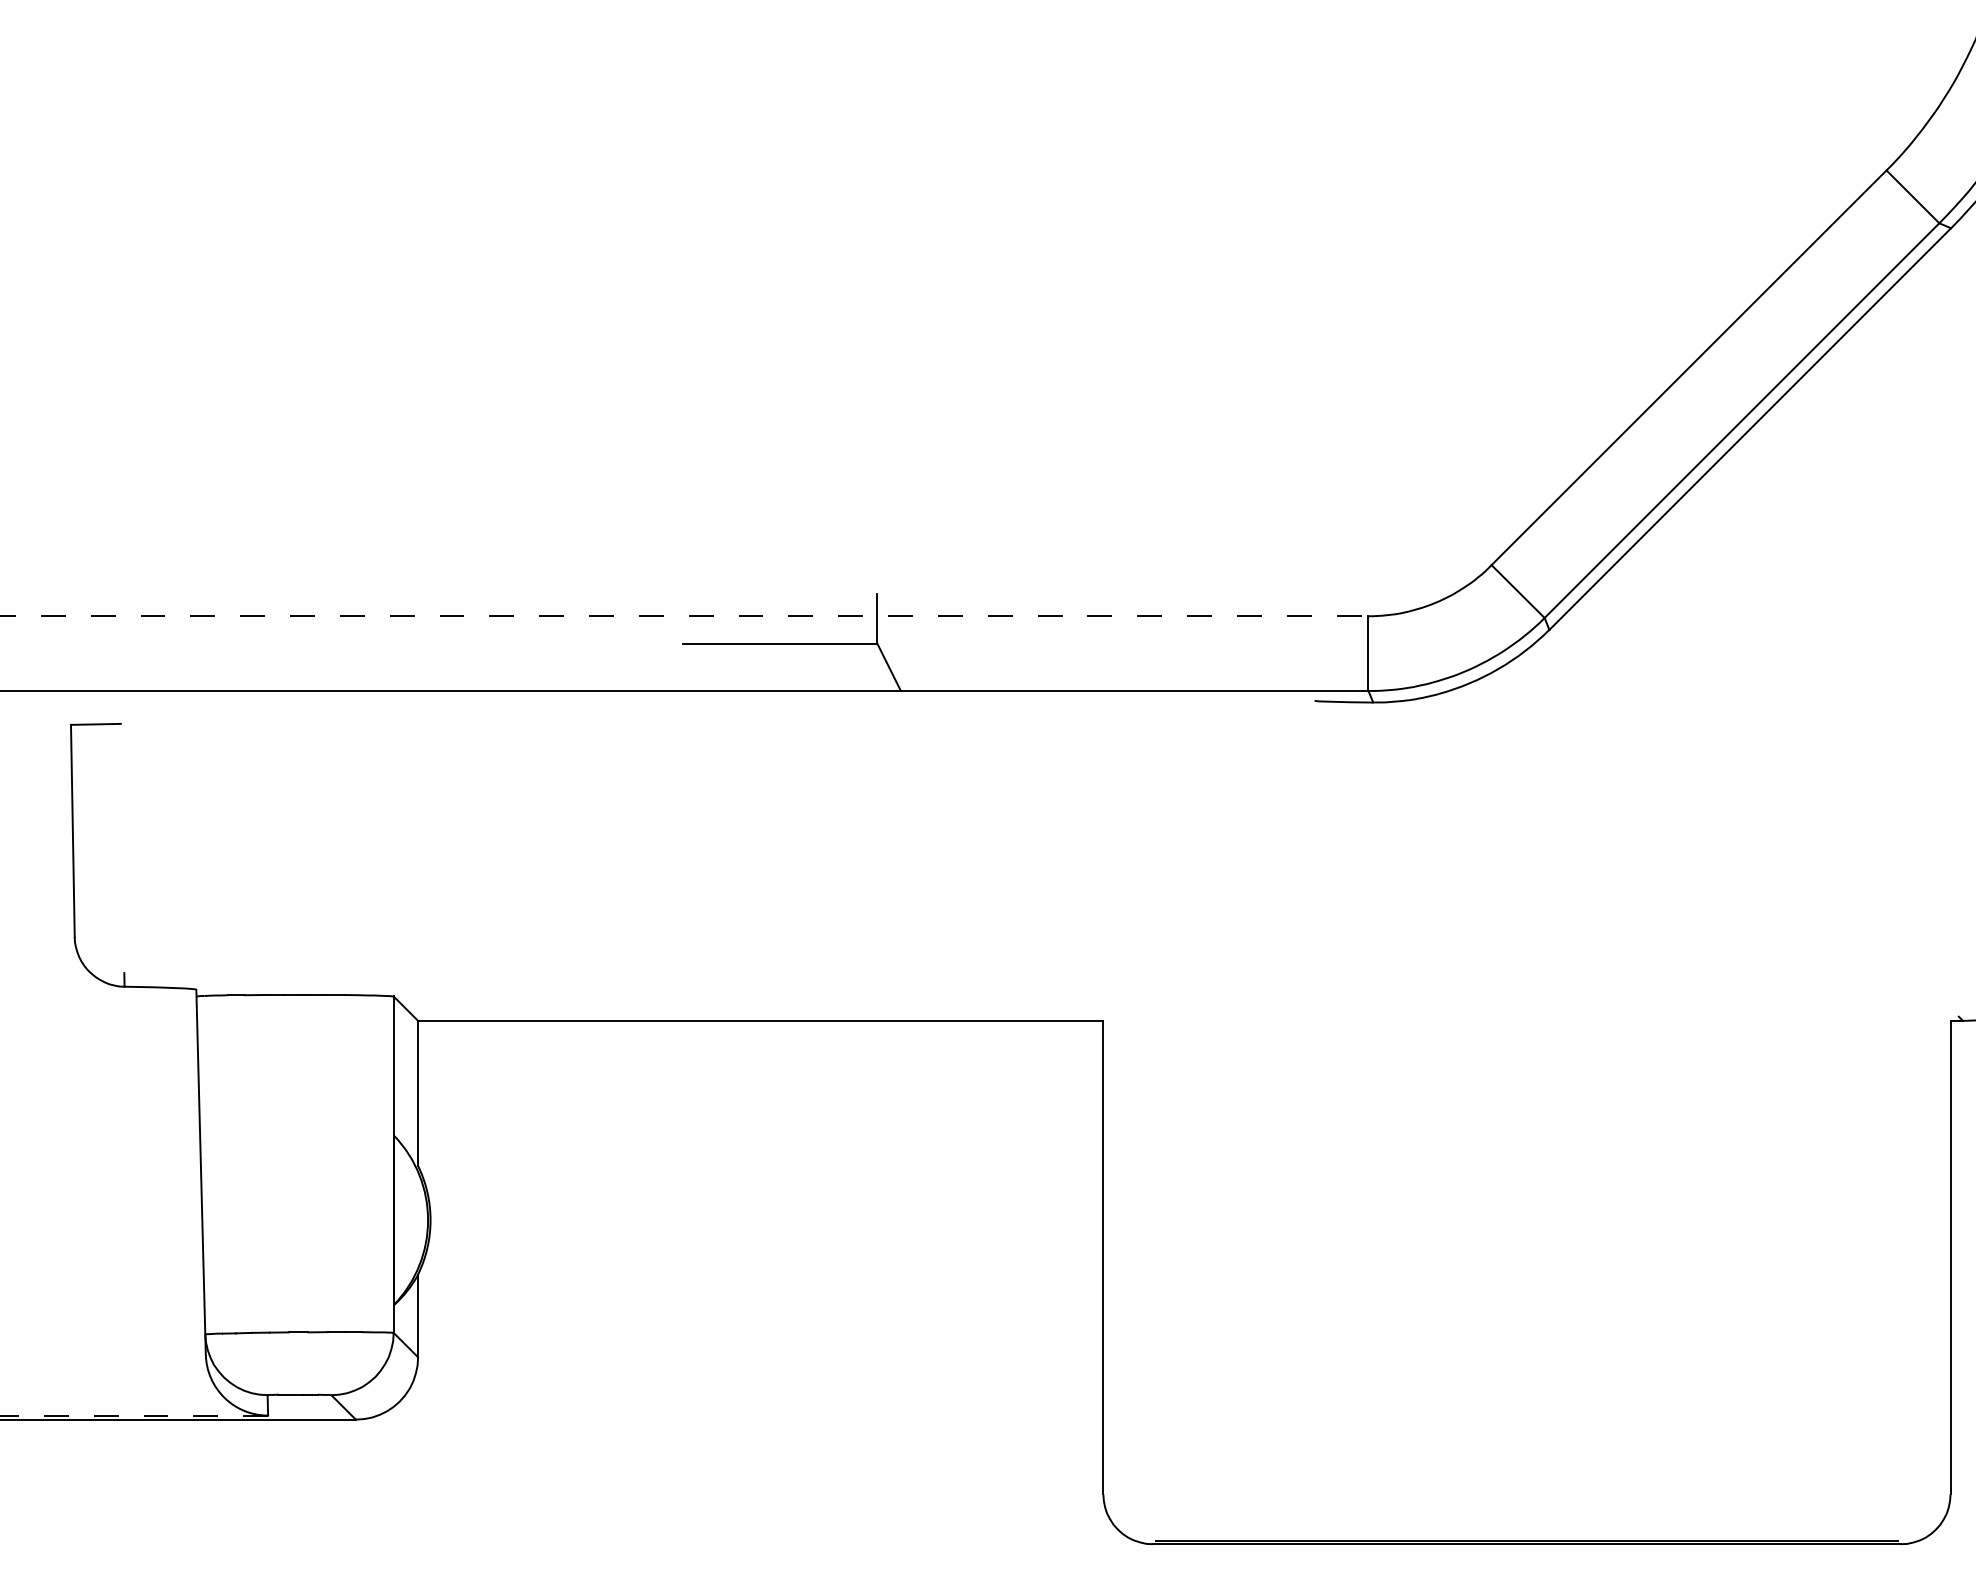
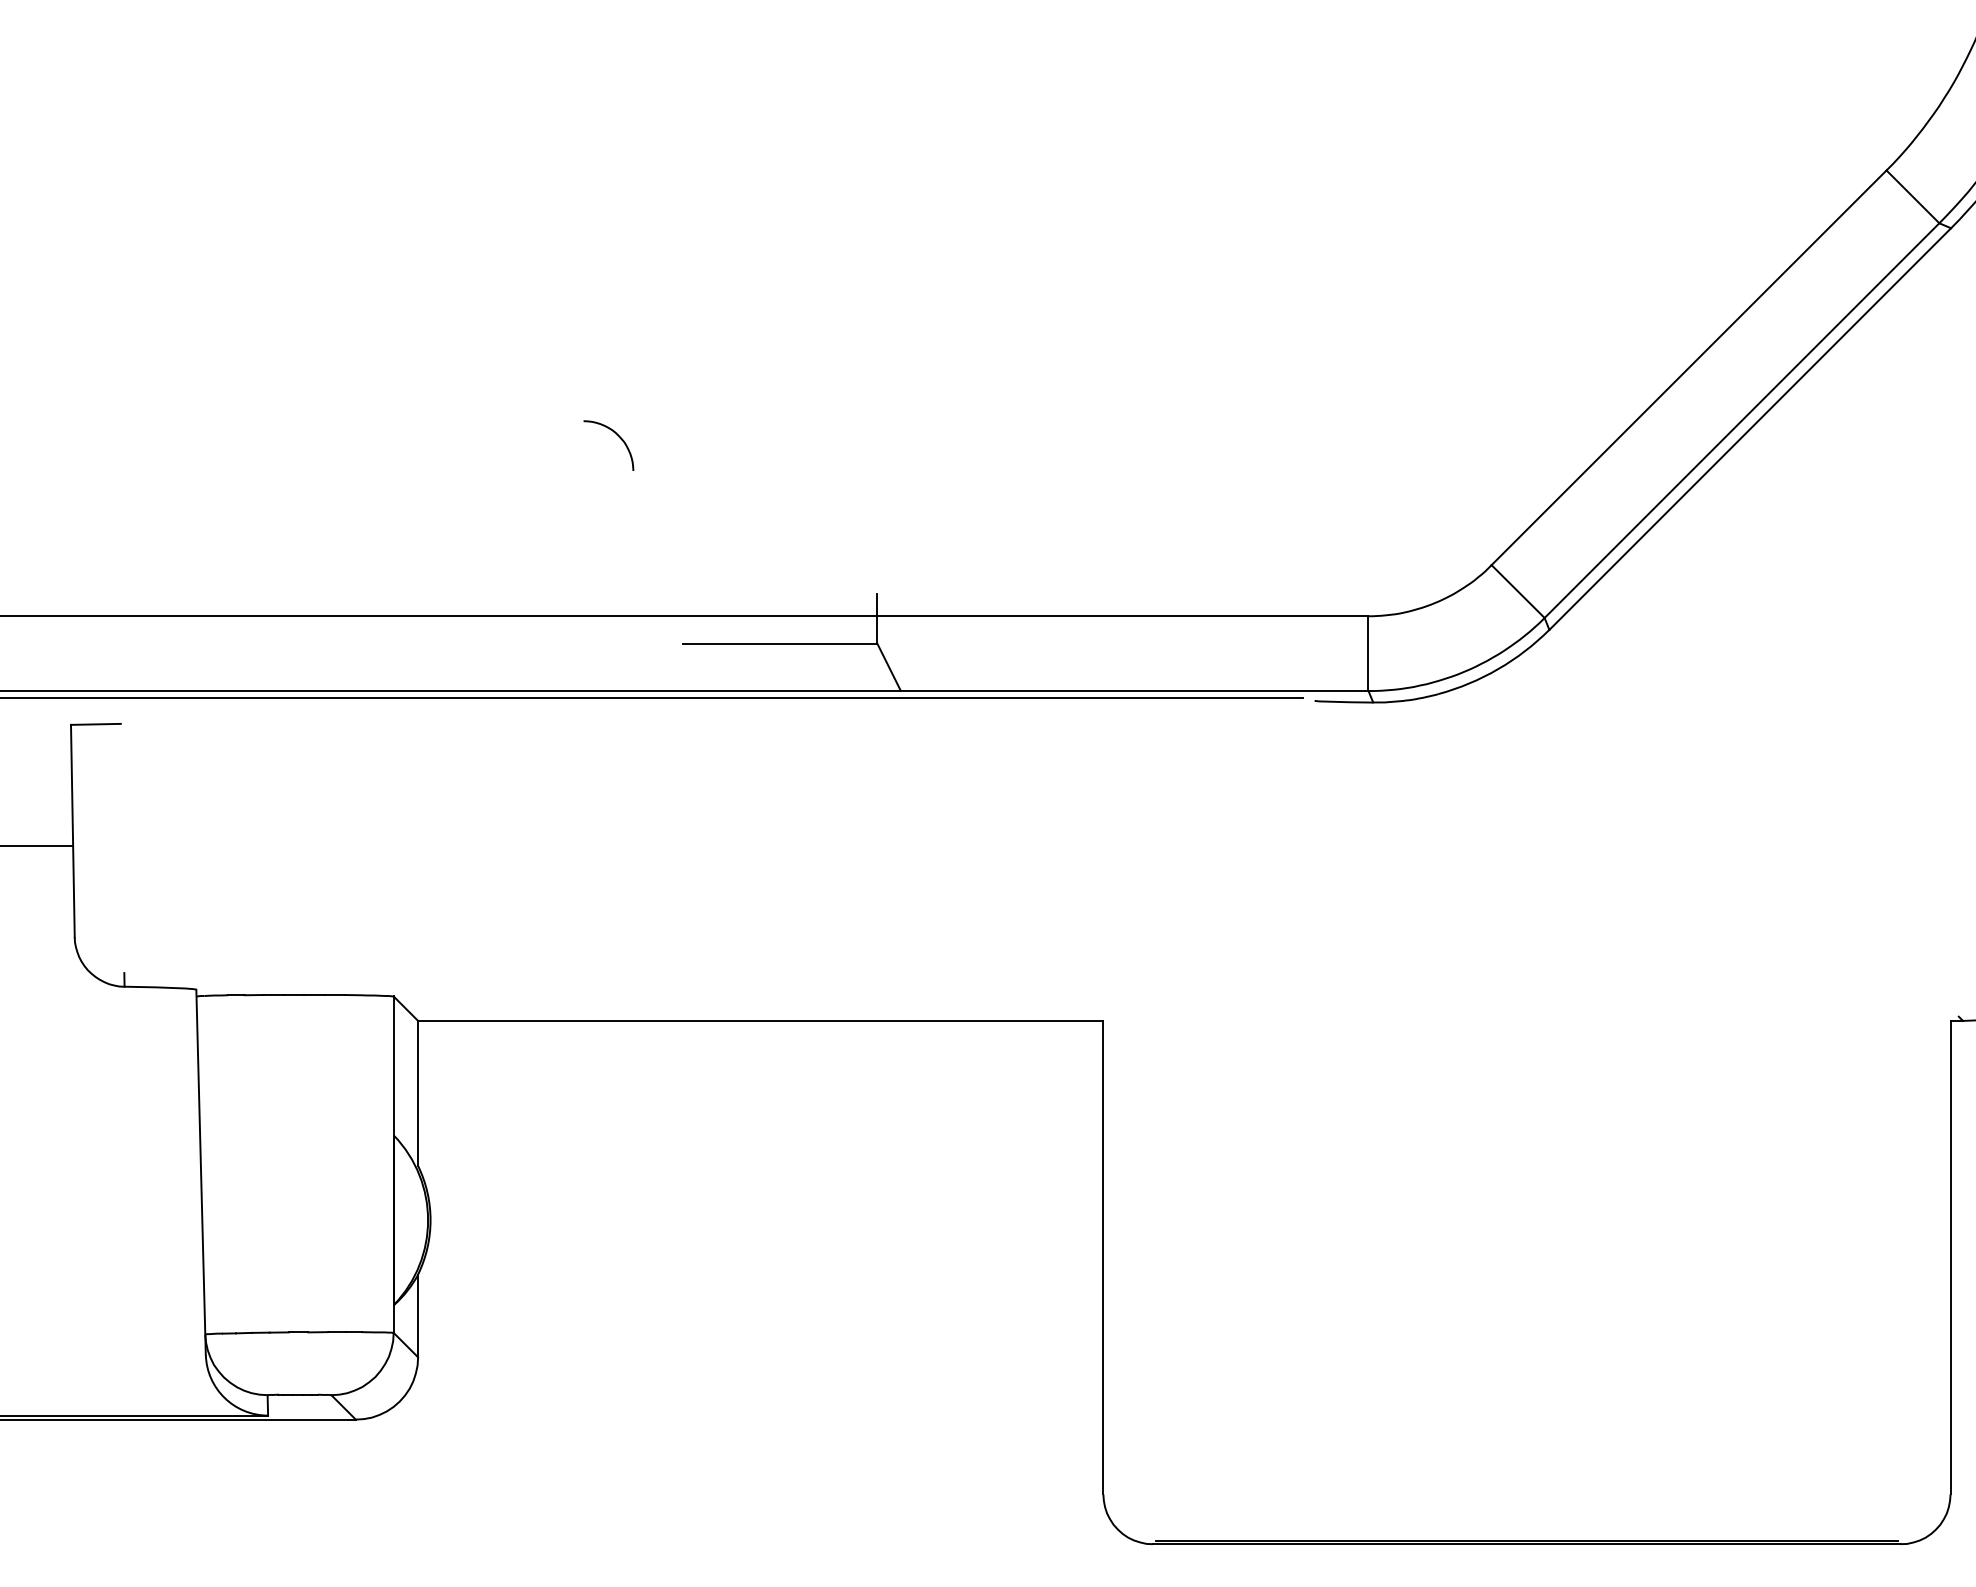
curve at (618, 437): none -> present
line at (684, 616): dashed -> solid
line at (652, 698): none -> present
line at (37, 846): none -> present
line at (134, 1415): dashed -> solid
